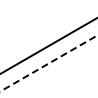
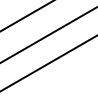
line at (26, 16): none -> present
line at (48, 45) position: (48, 45) -> (48, 34)
line at (48, 63): dashed -> solid
